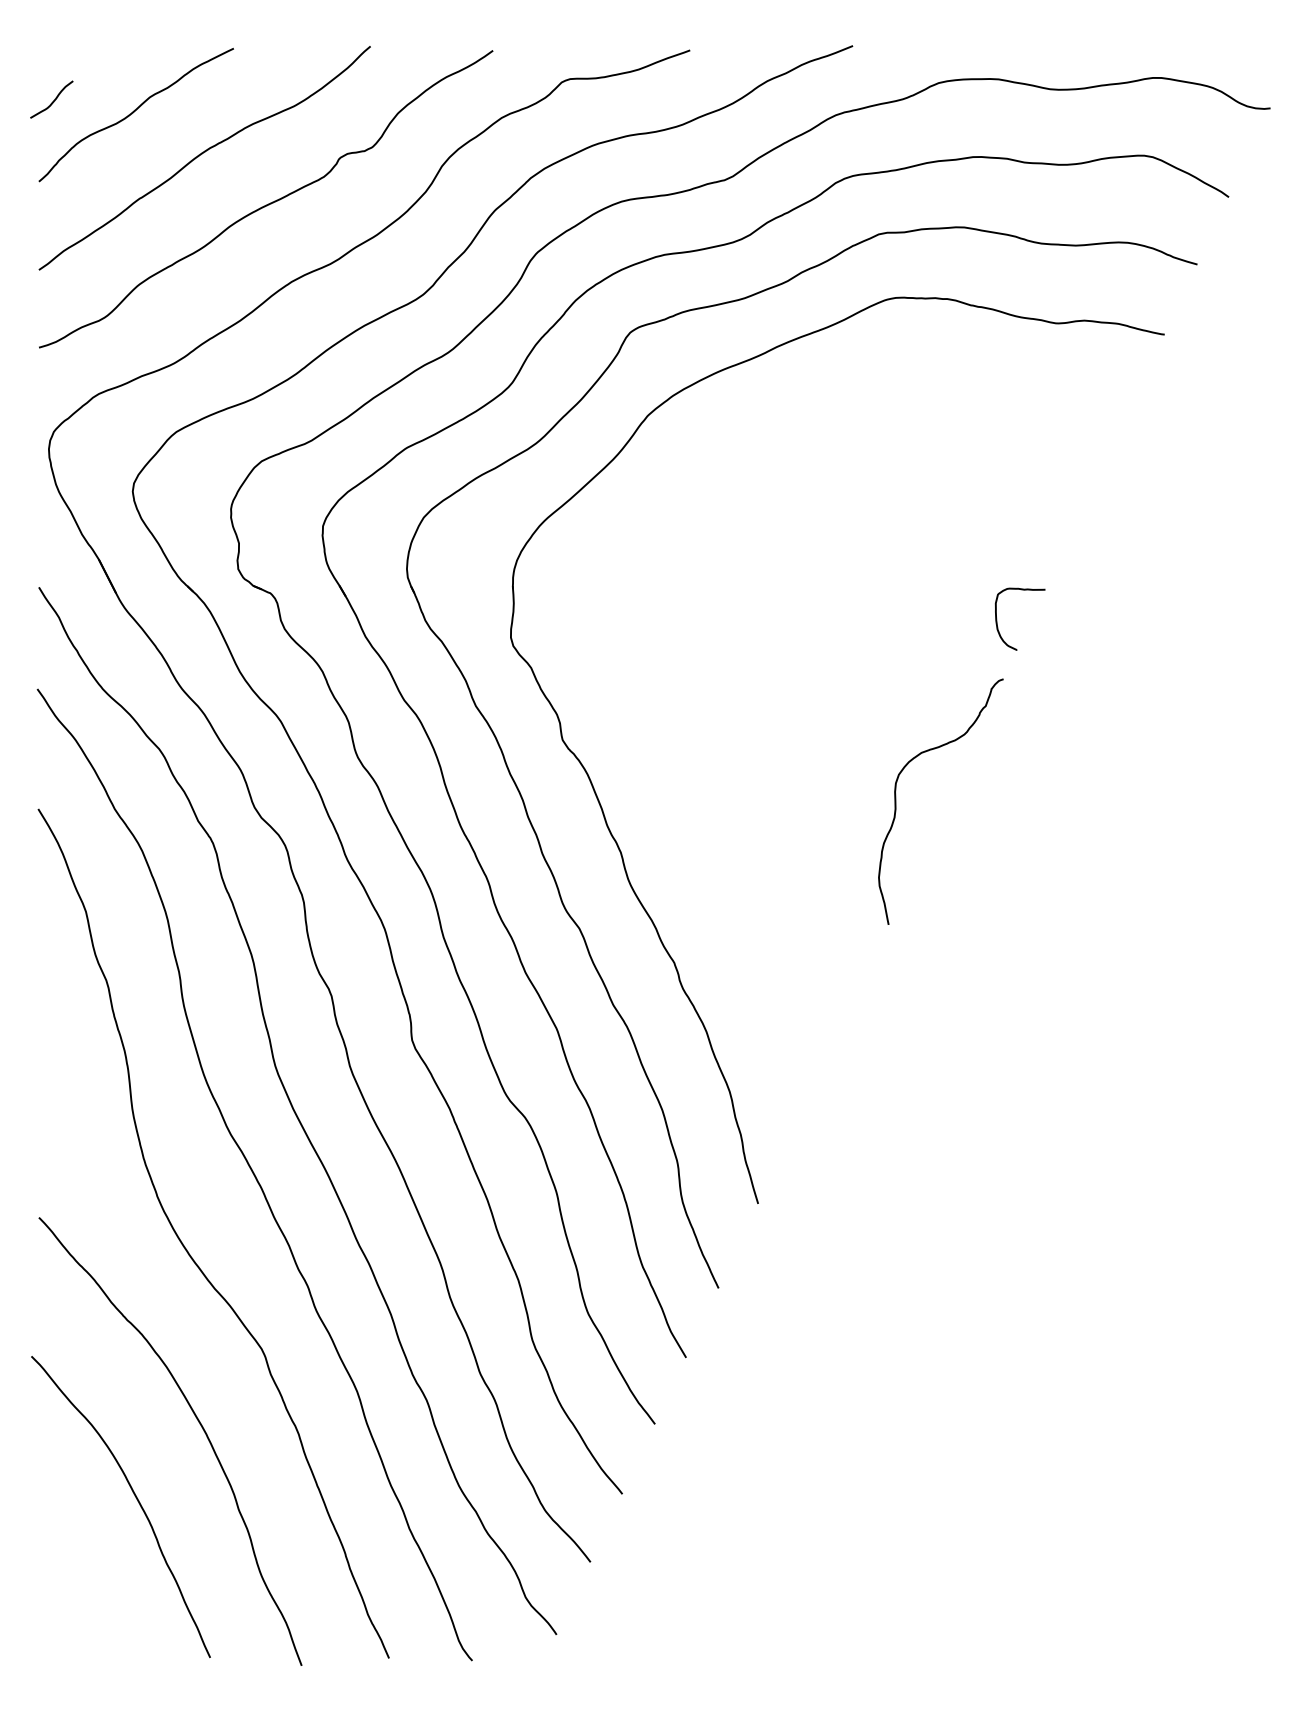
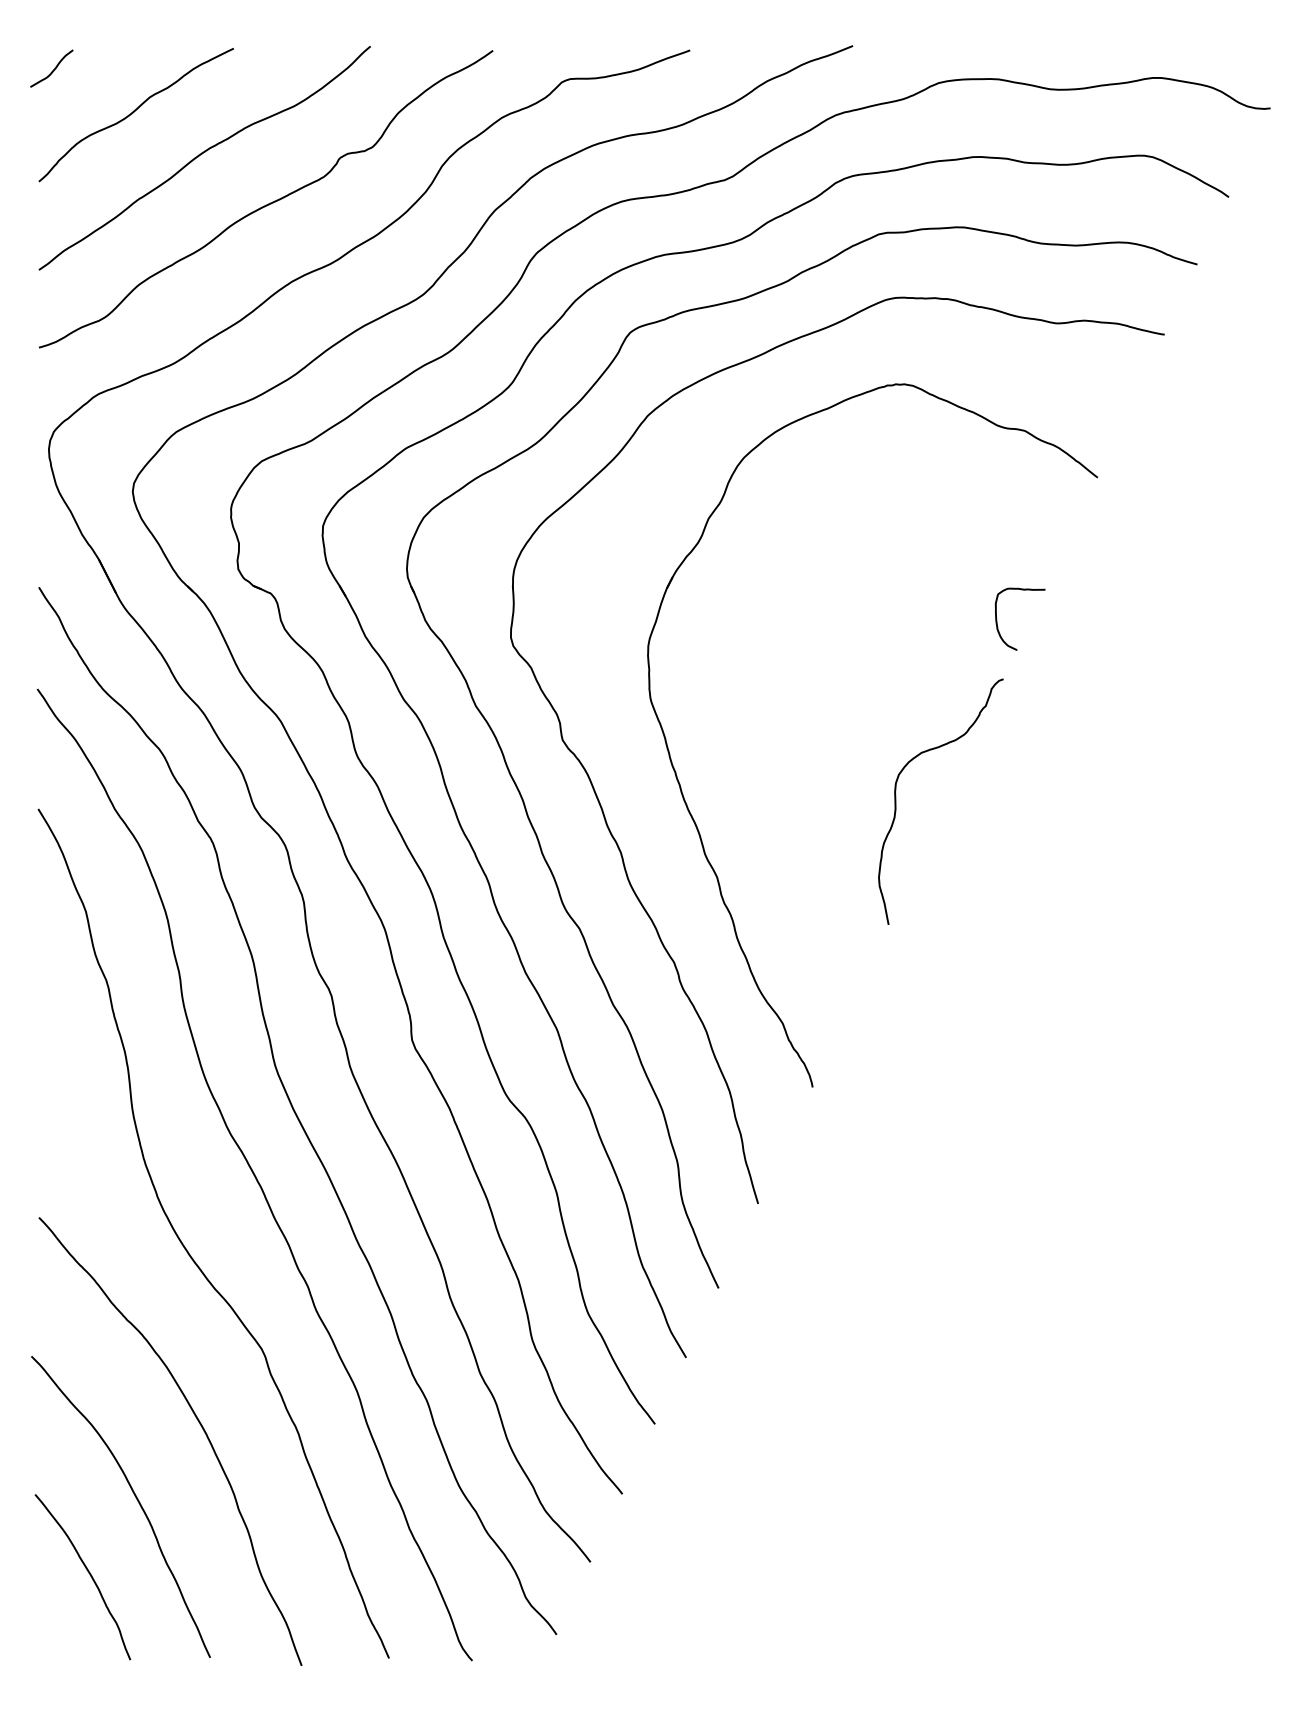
curve at (53, 100) position: (53, 100) -> (53, 69)
part at (696, 823): none -> present
curve at (88, 1573): none -> present
